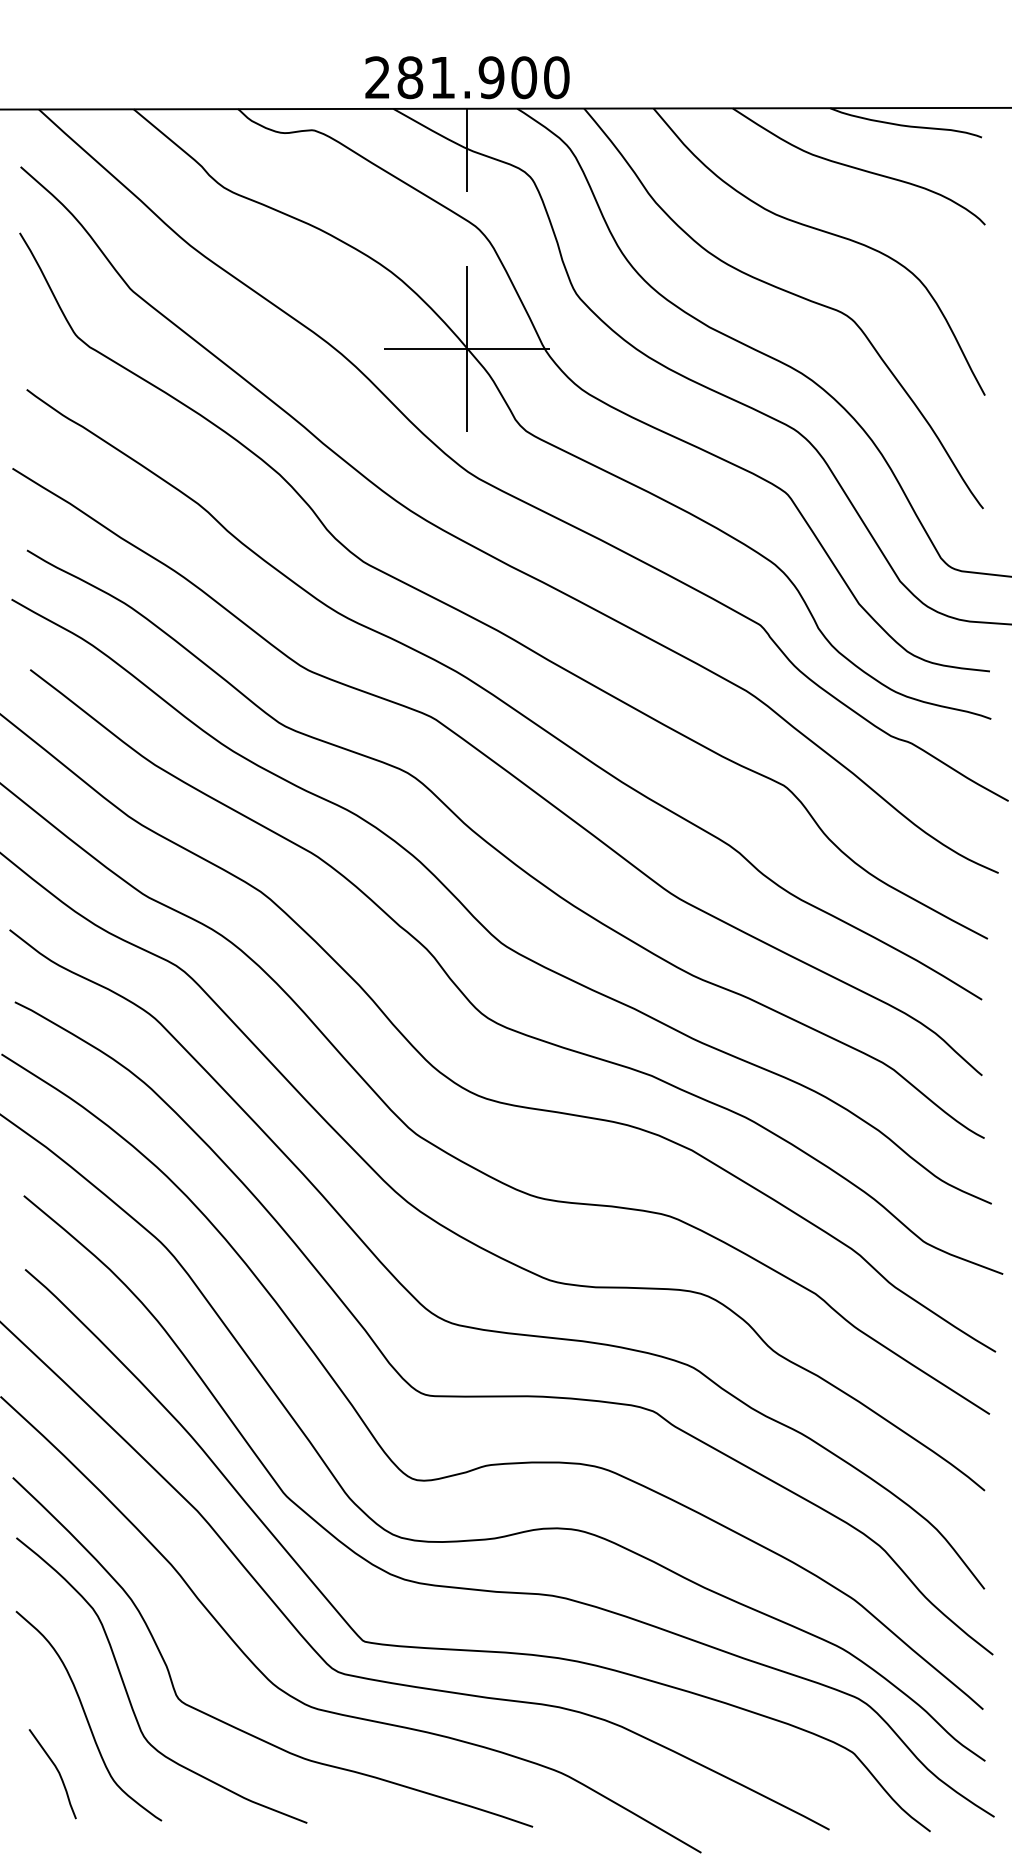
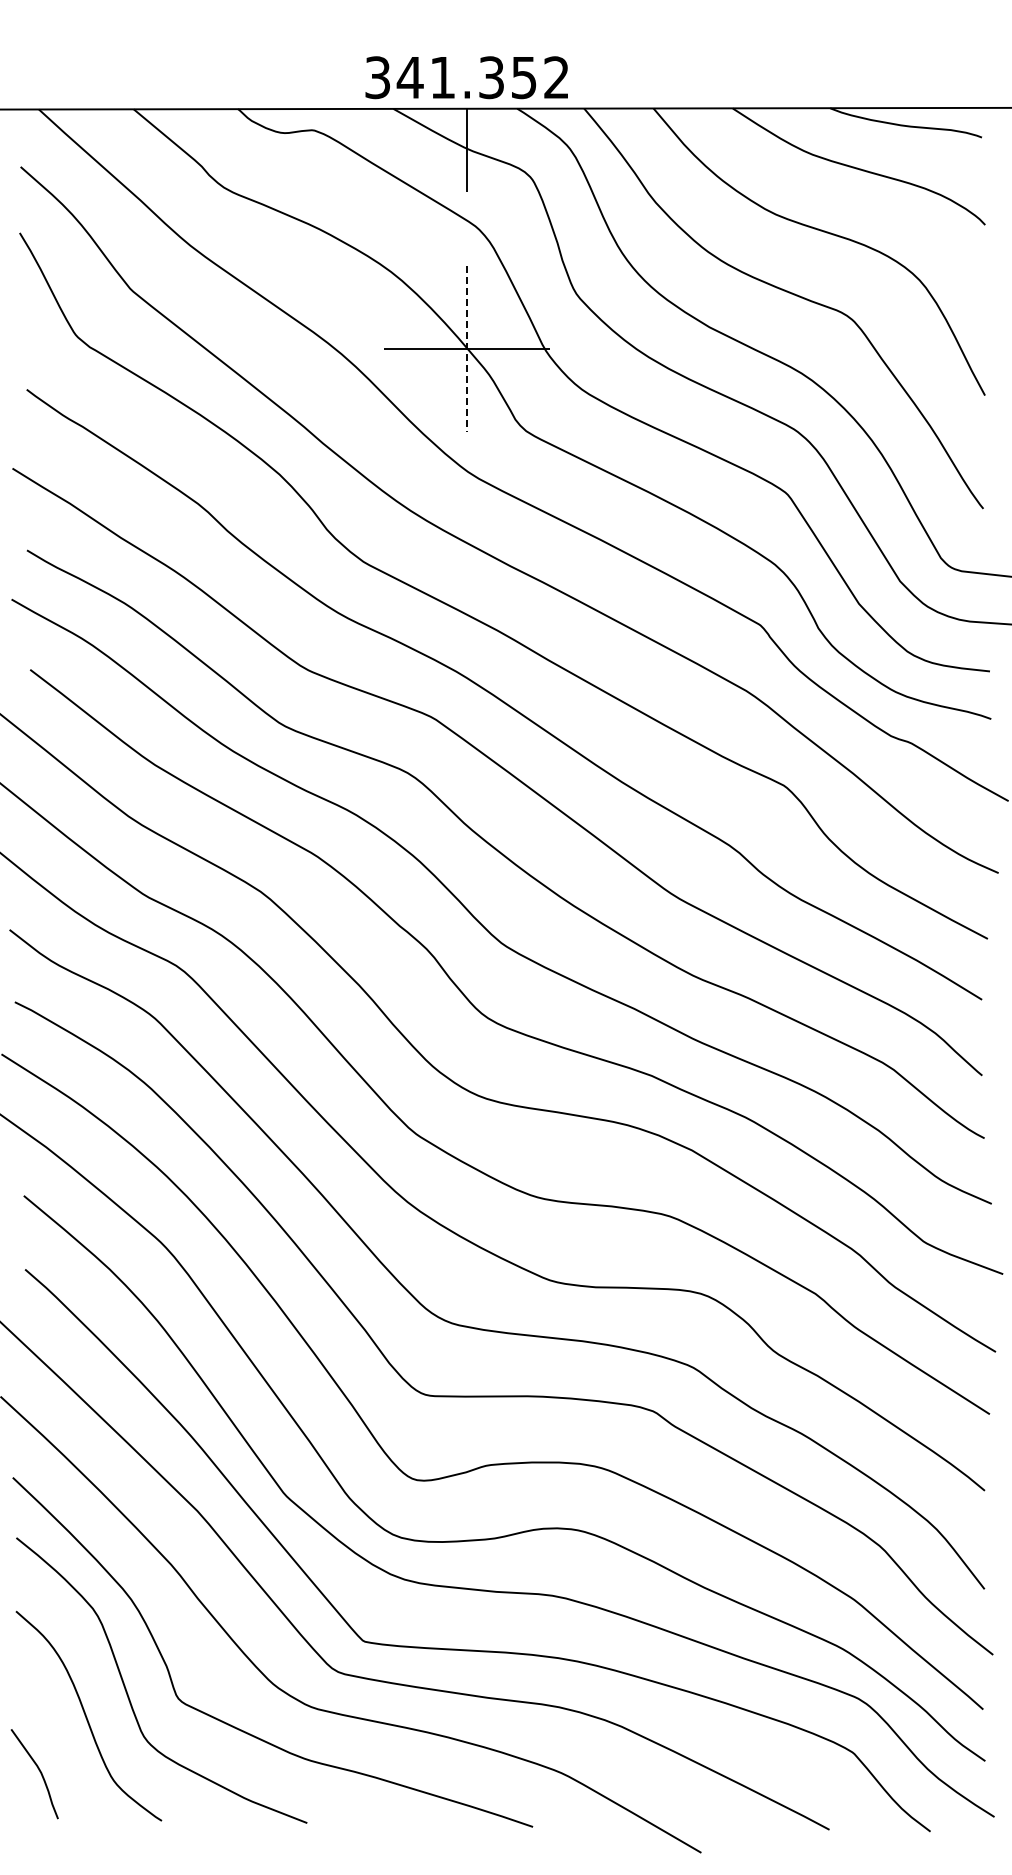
text at (467, 77): 281.900 -> 341.352
line at (467, 349): solid -> dashed
curve at (57, 1772) position: (57, 1772) -> (39, 1772)
